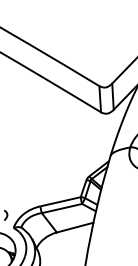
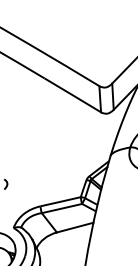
curve at (6, 214) position: (6, 214) -> (6, 183)
